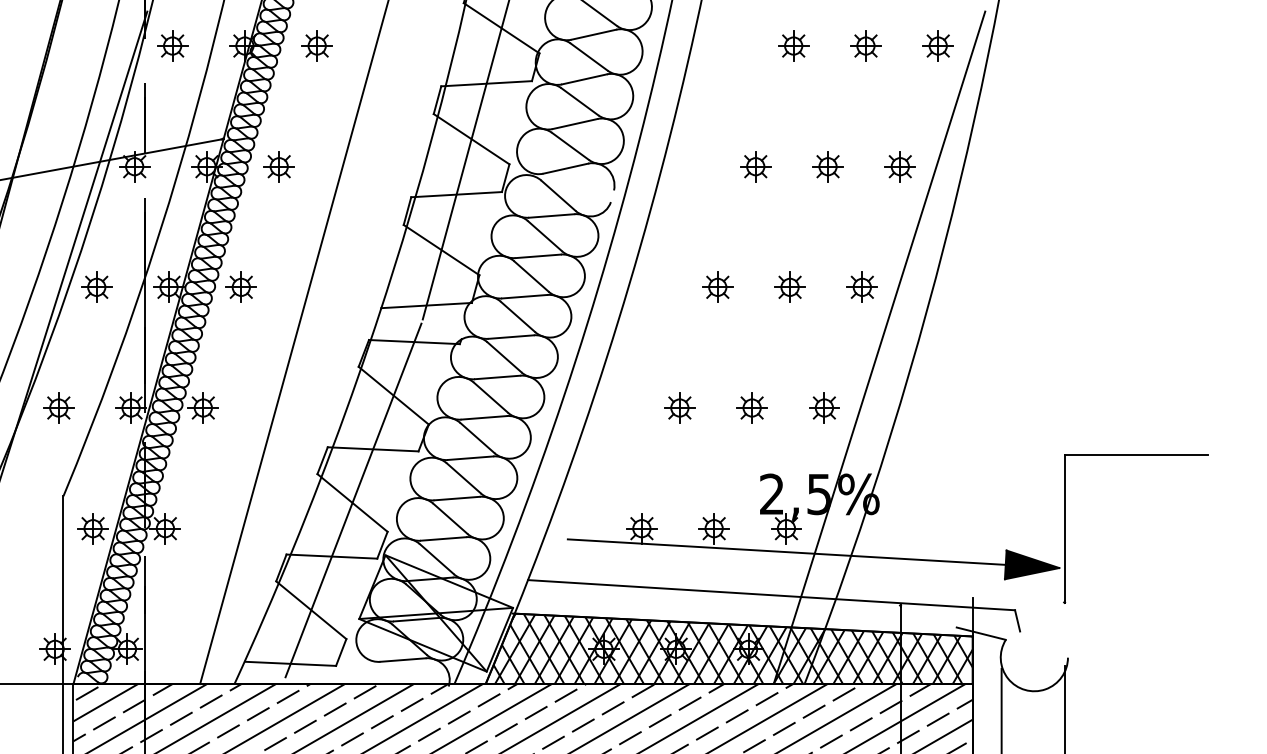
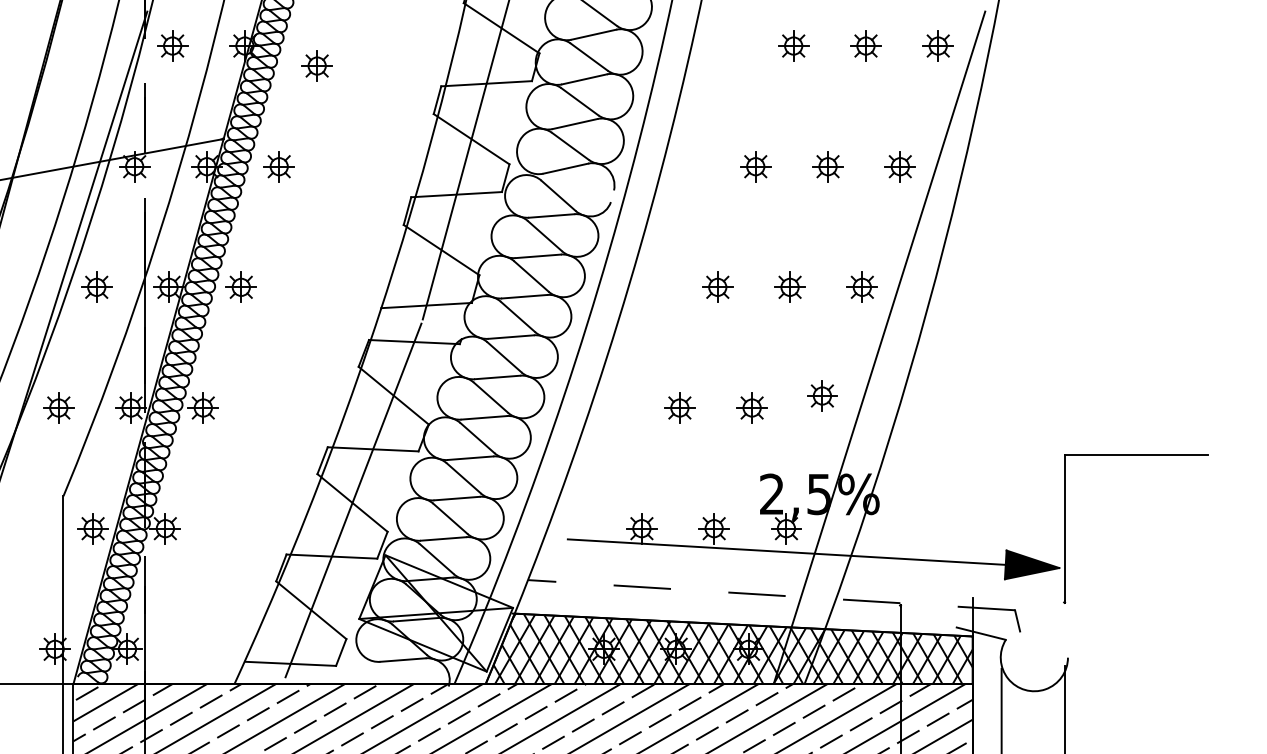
part at (316, 45) position: (316, 45) -> (316, 65)
line at (294, 342): present -> none
part at (824, 407) position: (824, 407) -> (822, 395)
line at (771, 595): solid -> dashed
